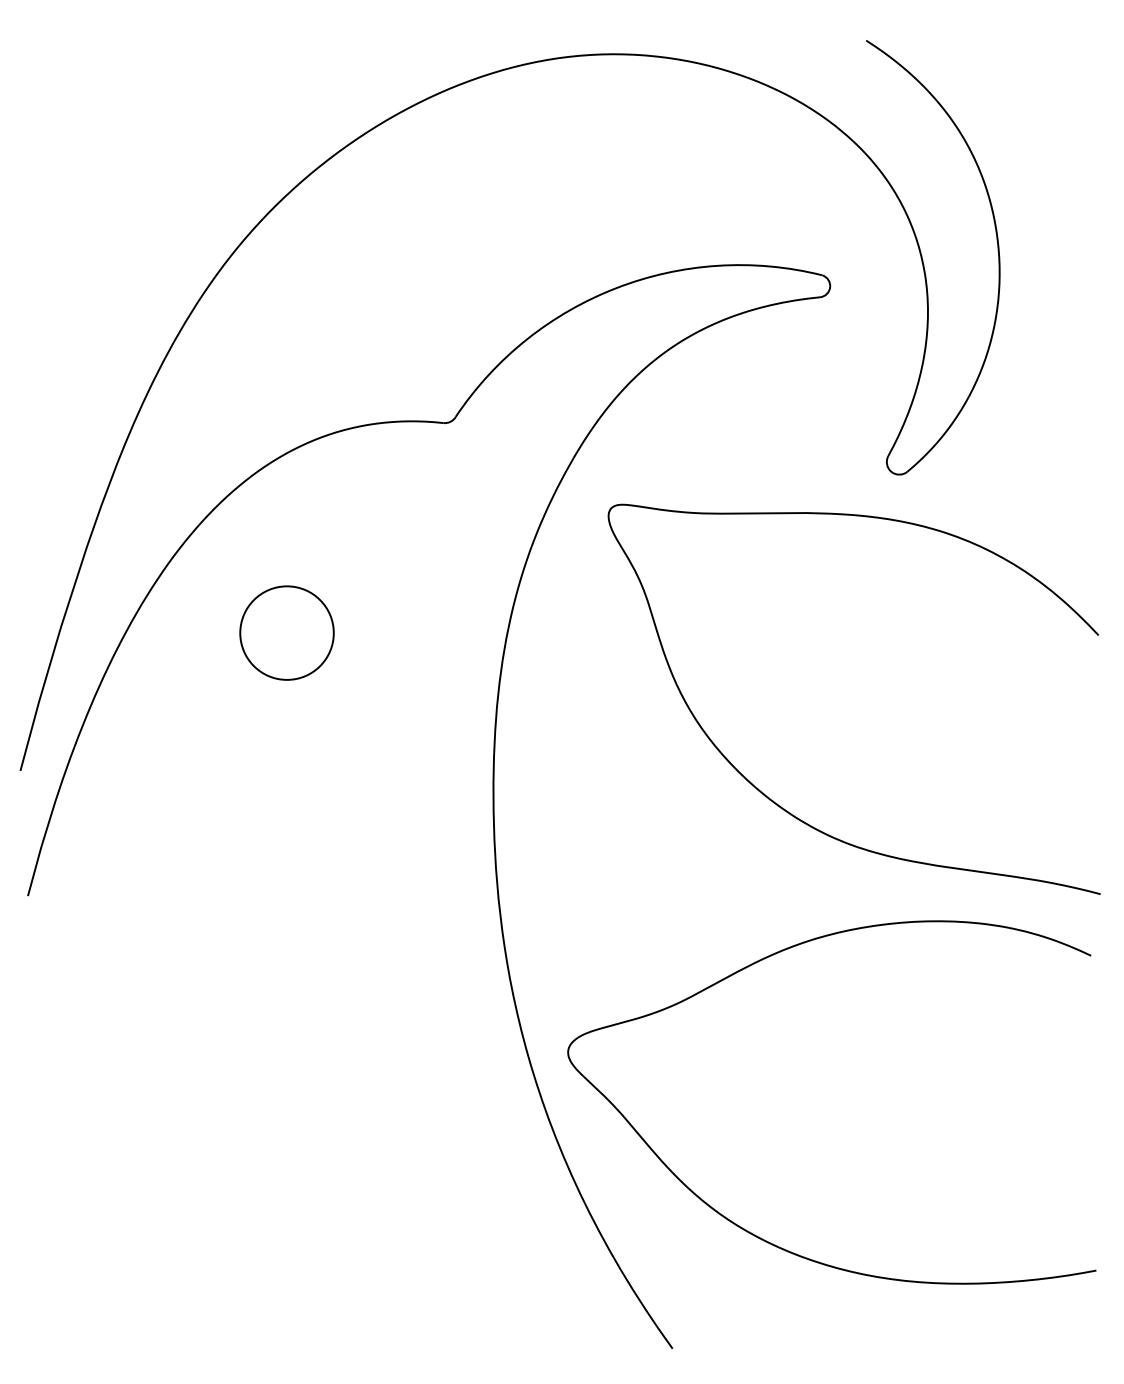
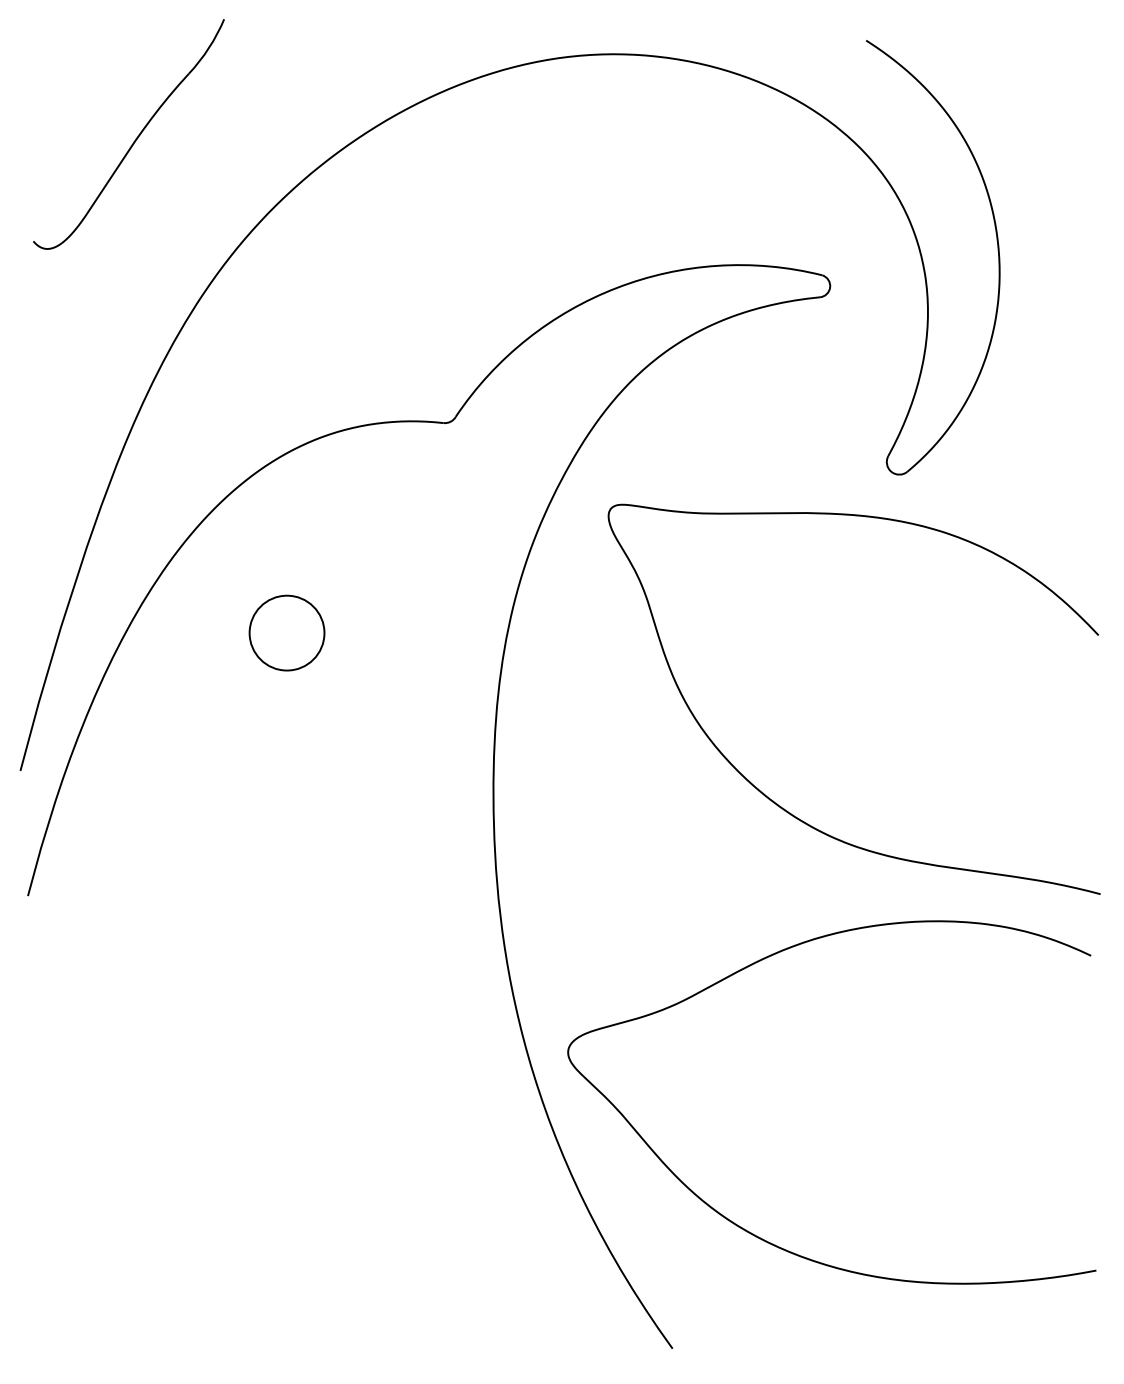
part at (135, 138): none -> present
circle at (286, 632) diameter: 94 px -> 75 px
